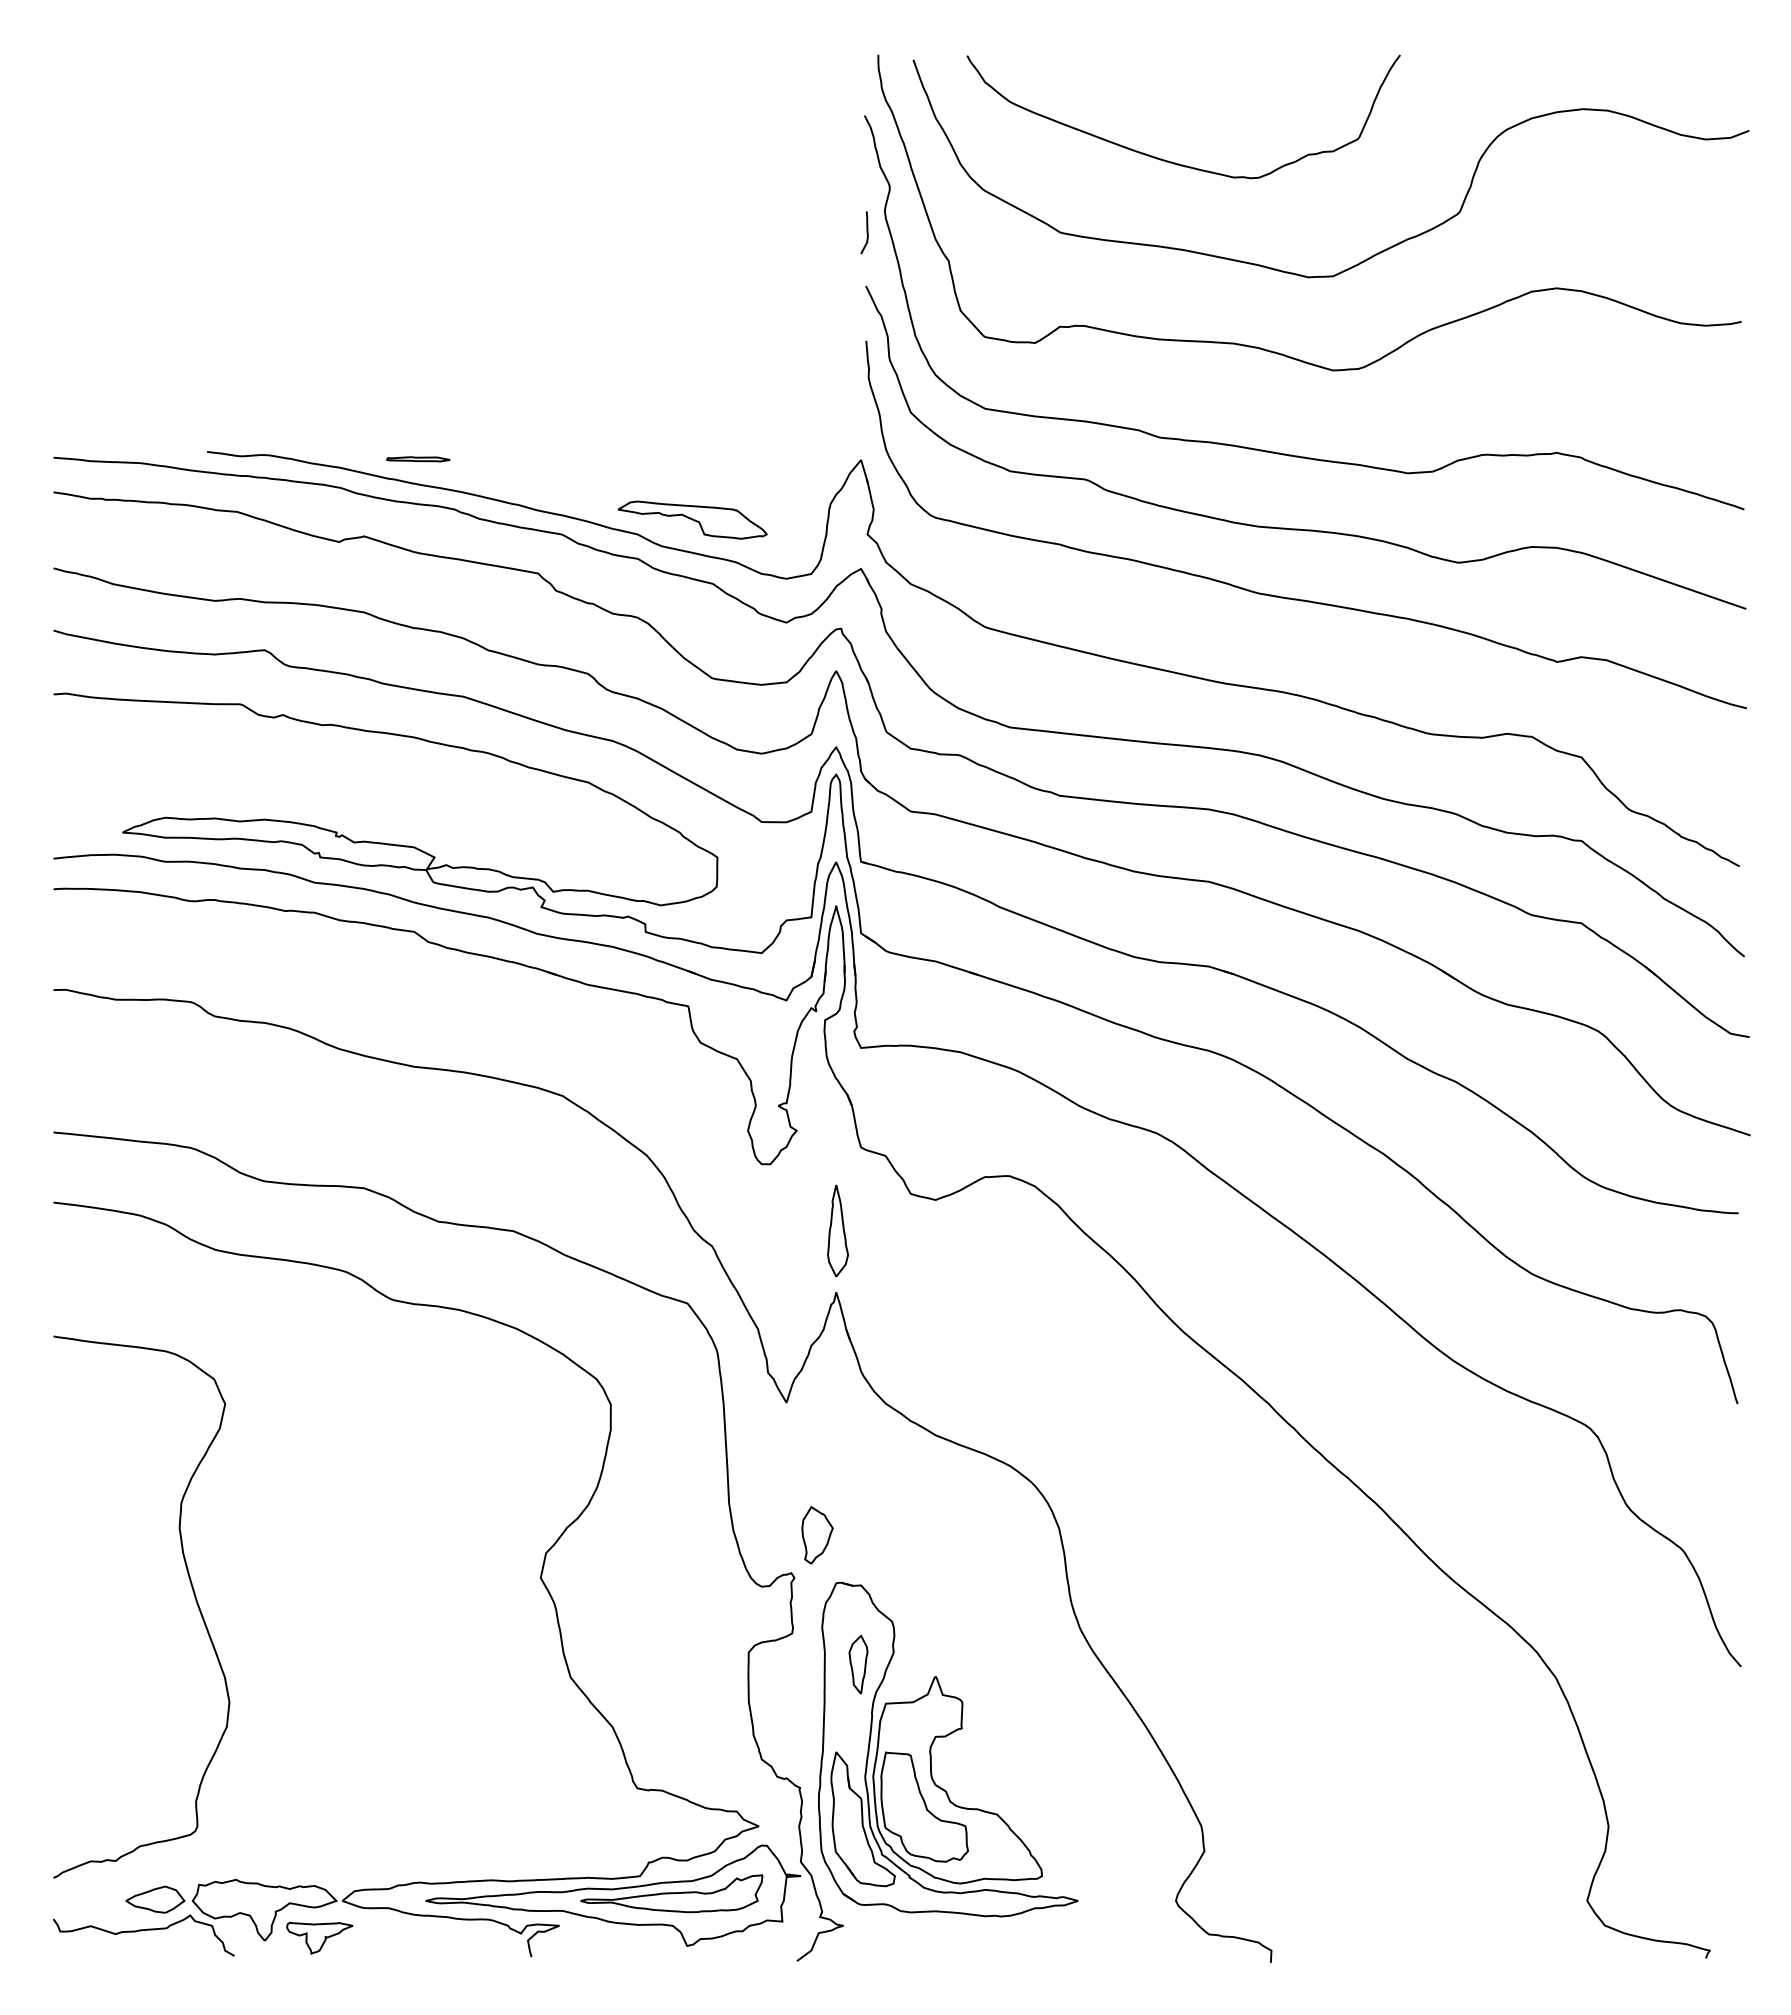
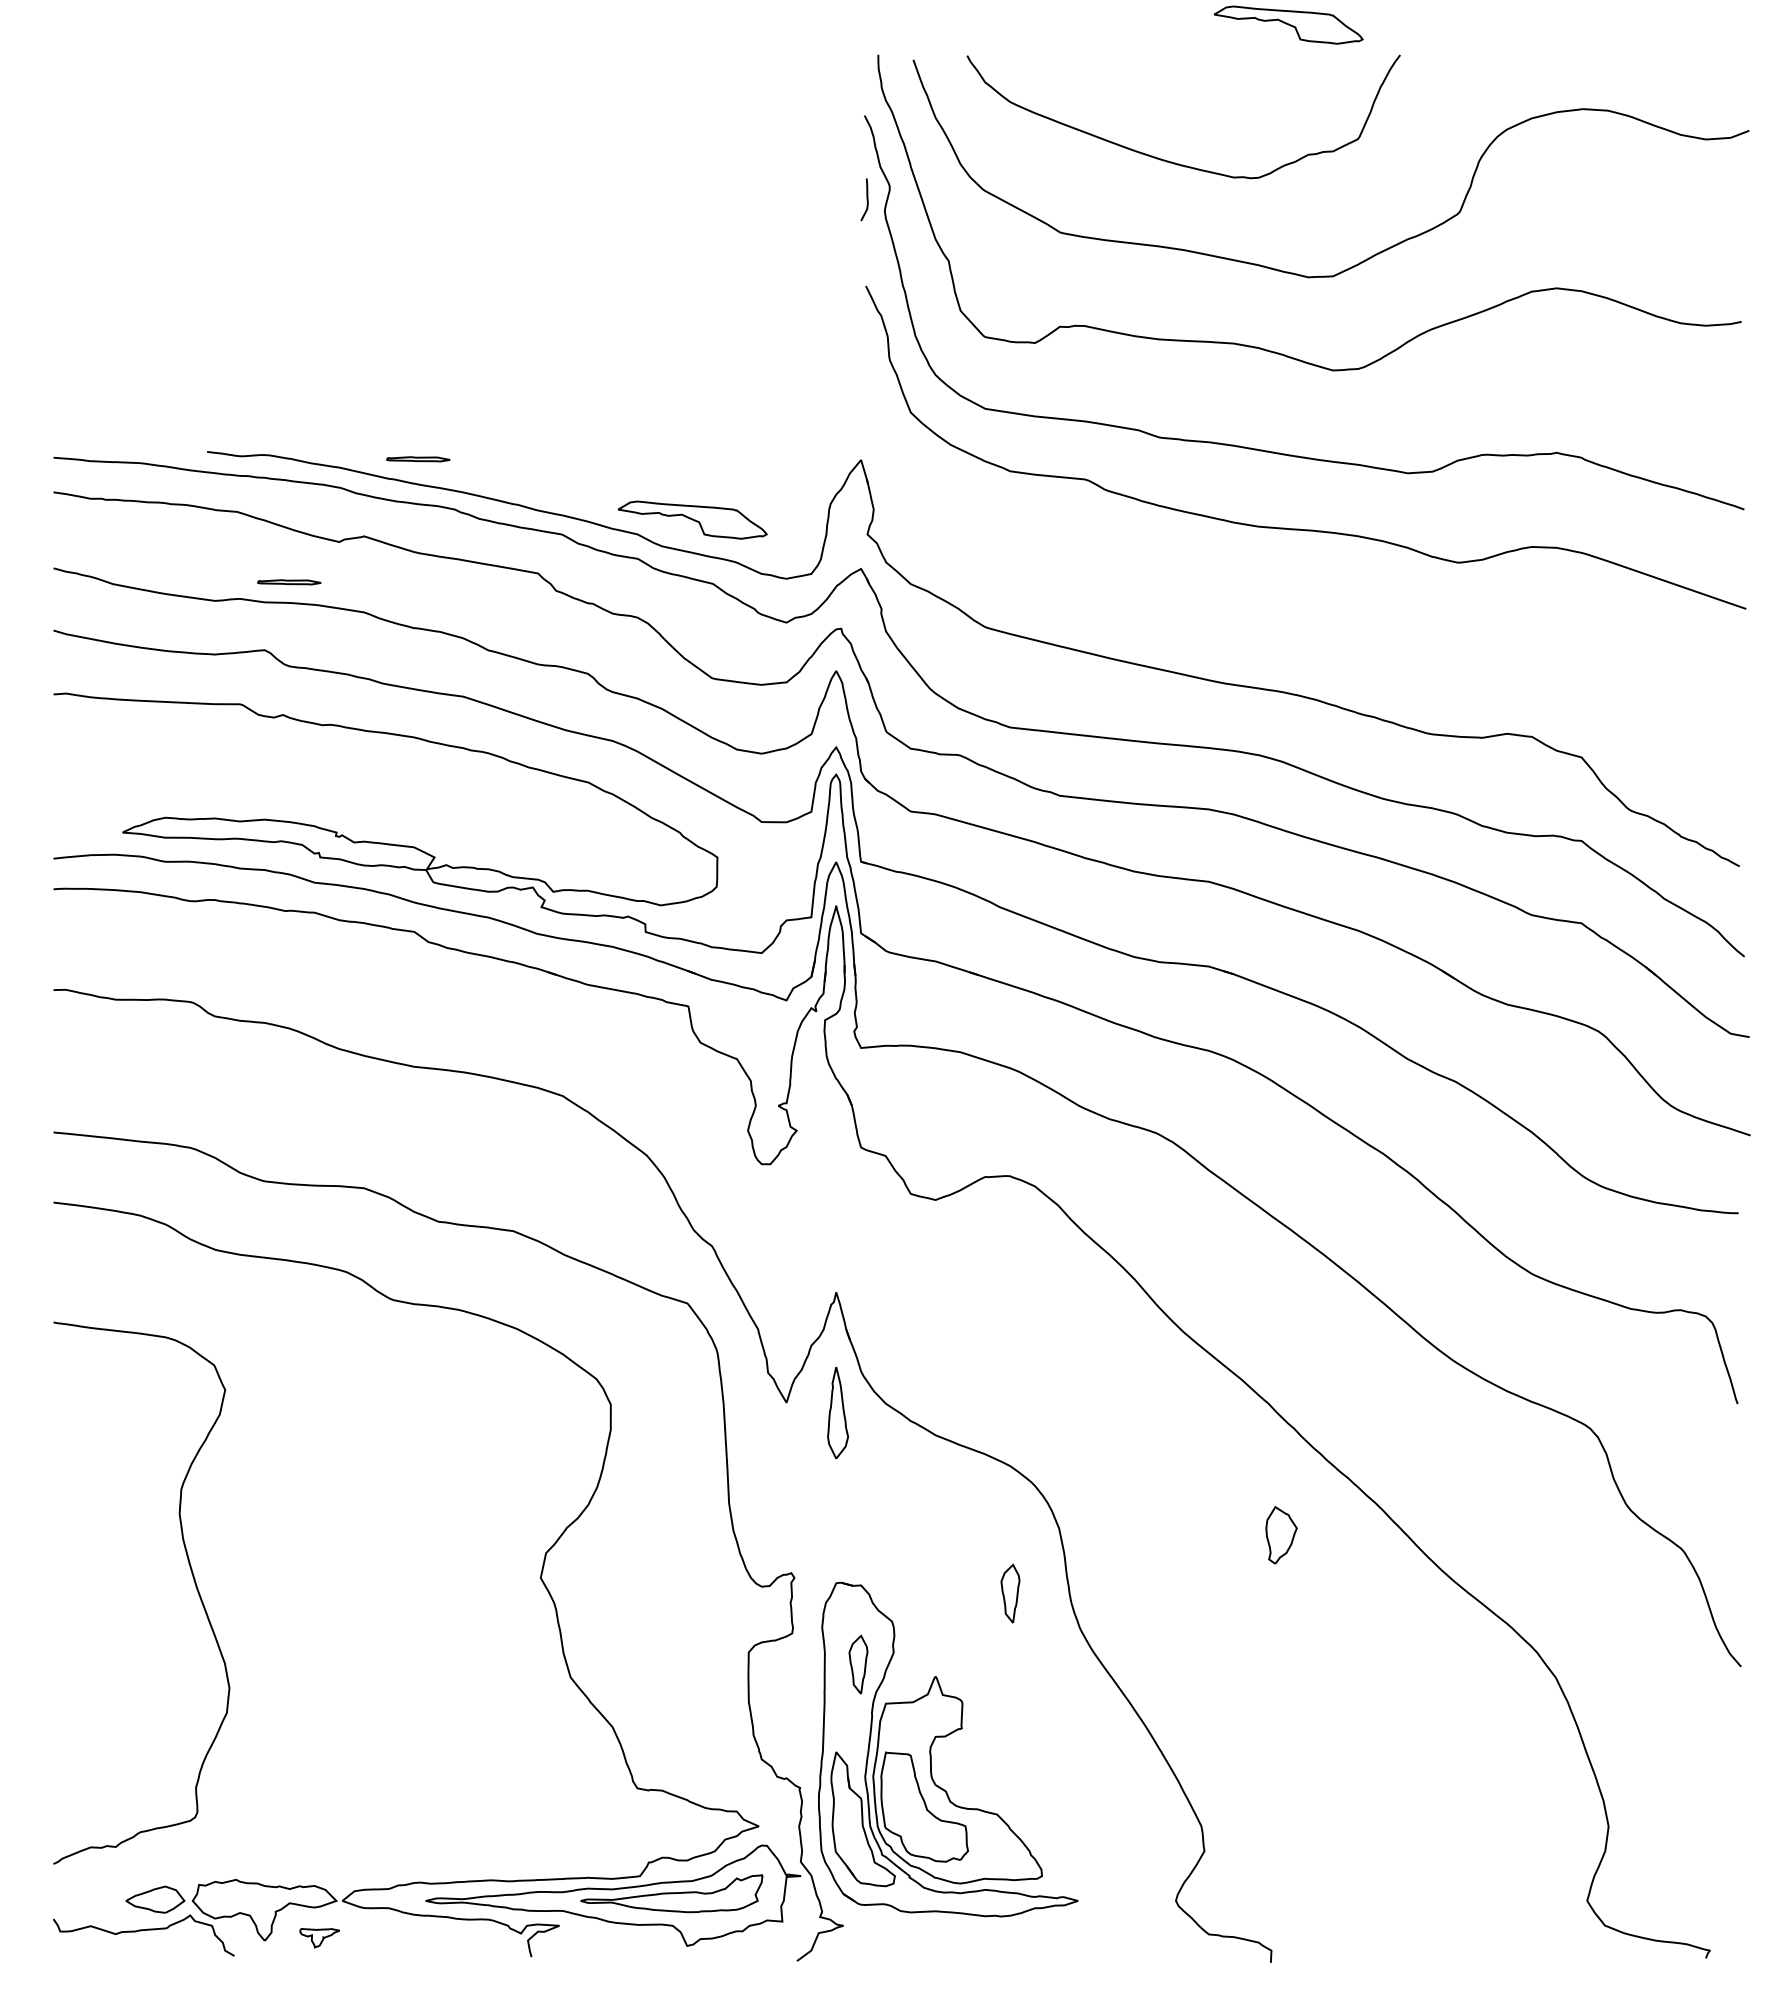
part at (1288, 24): none -> present
curve at (866, 232) position: (866, 232) -> (866, 199)
part at (289, 582): none -> present
curve at (1297, 598): present -> none
part at (837, 1230) position: (837, 1230) -> (837, 1412)
part at (817, 1535) position: (817, 1535) -> (1281, 1535)
curve at (192, 1591) position: (192, 1591) -> (192, 1577)
part at (1010, 1593): none -> present
part at (319, 1937) size: 68x34 px -> 41x21 px
